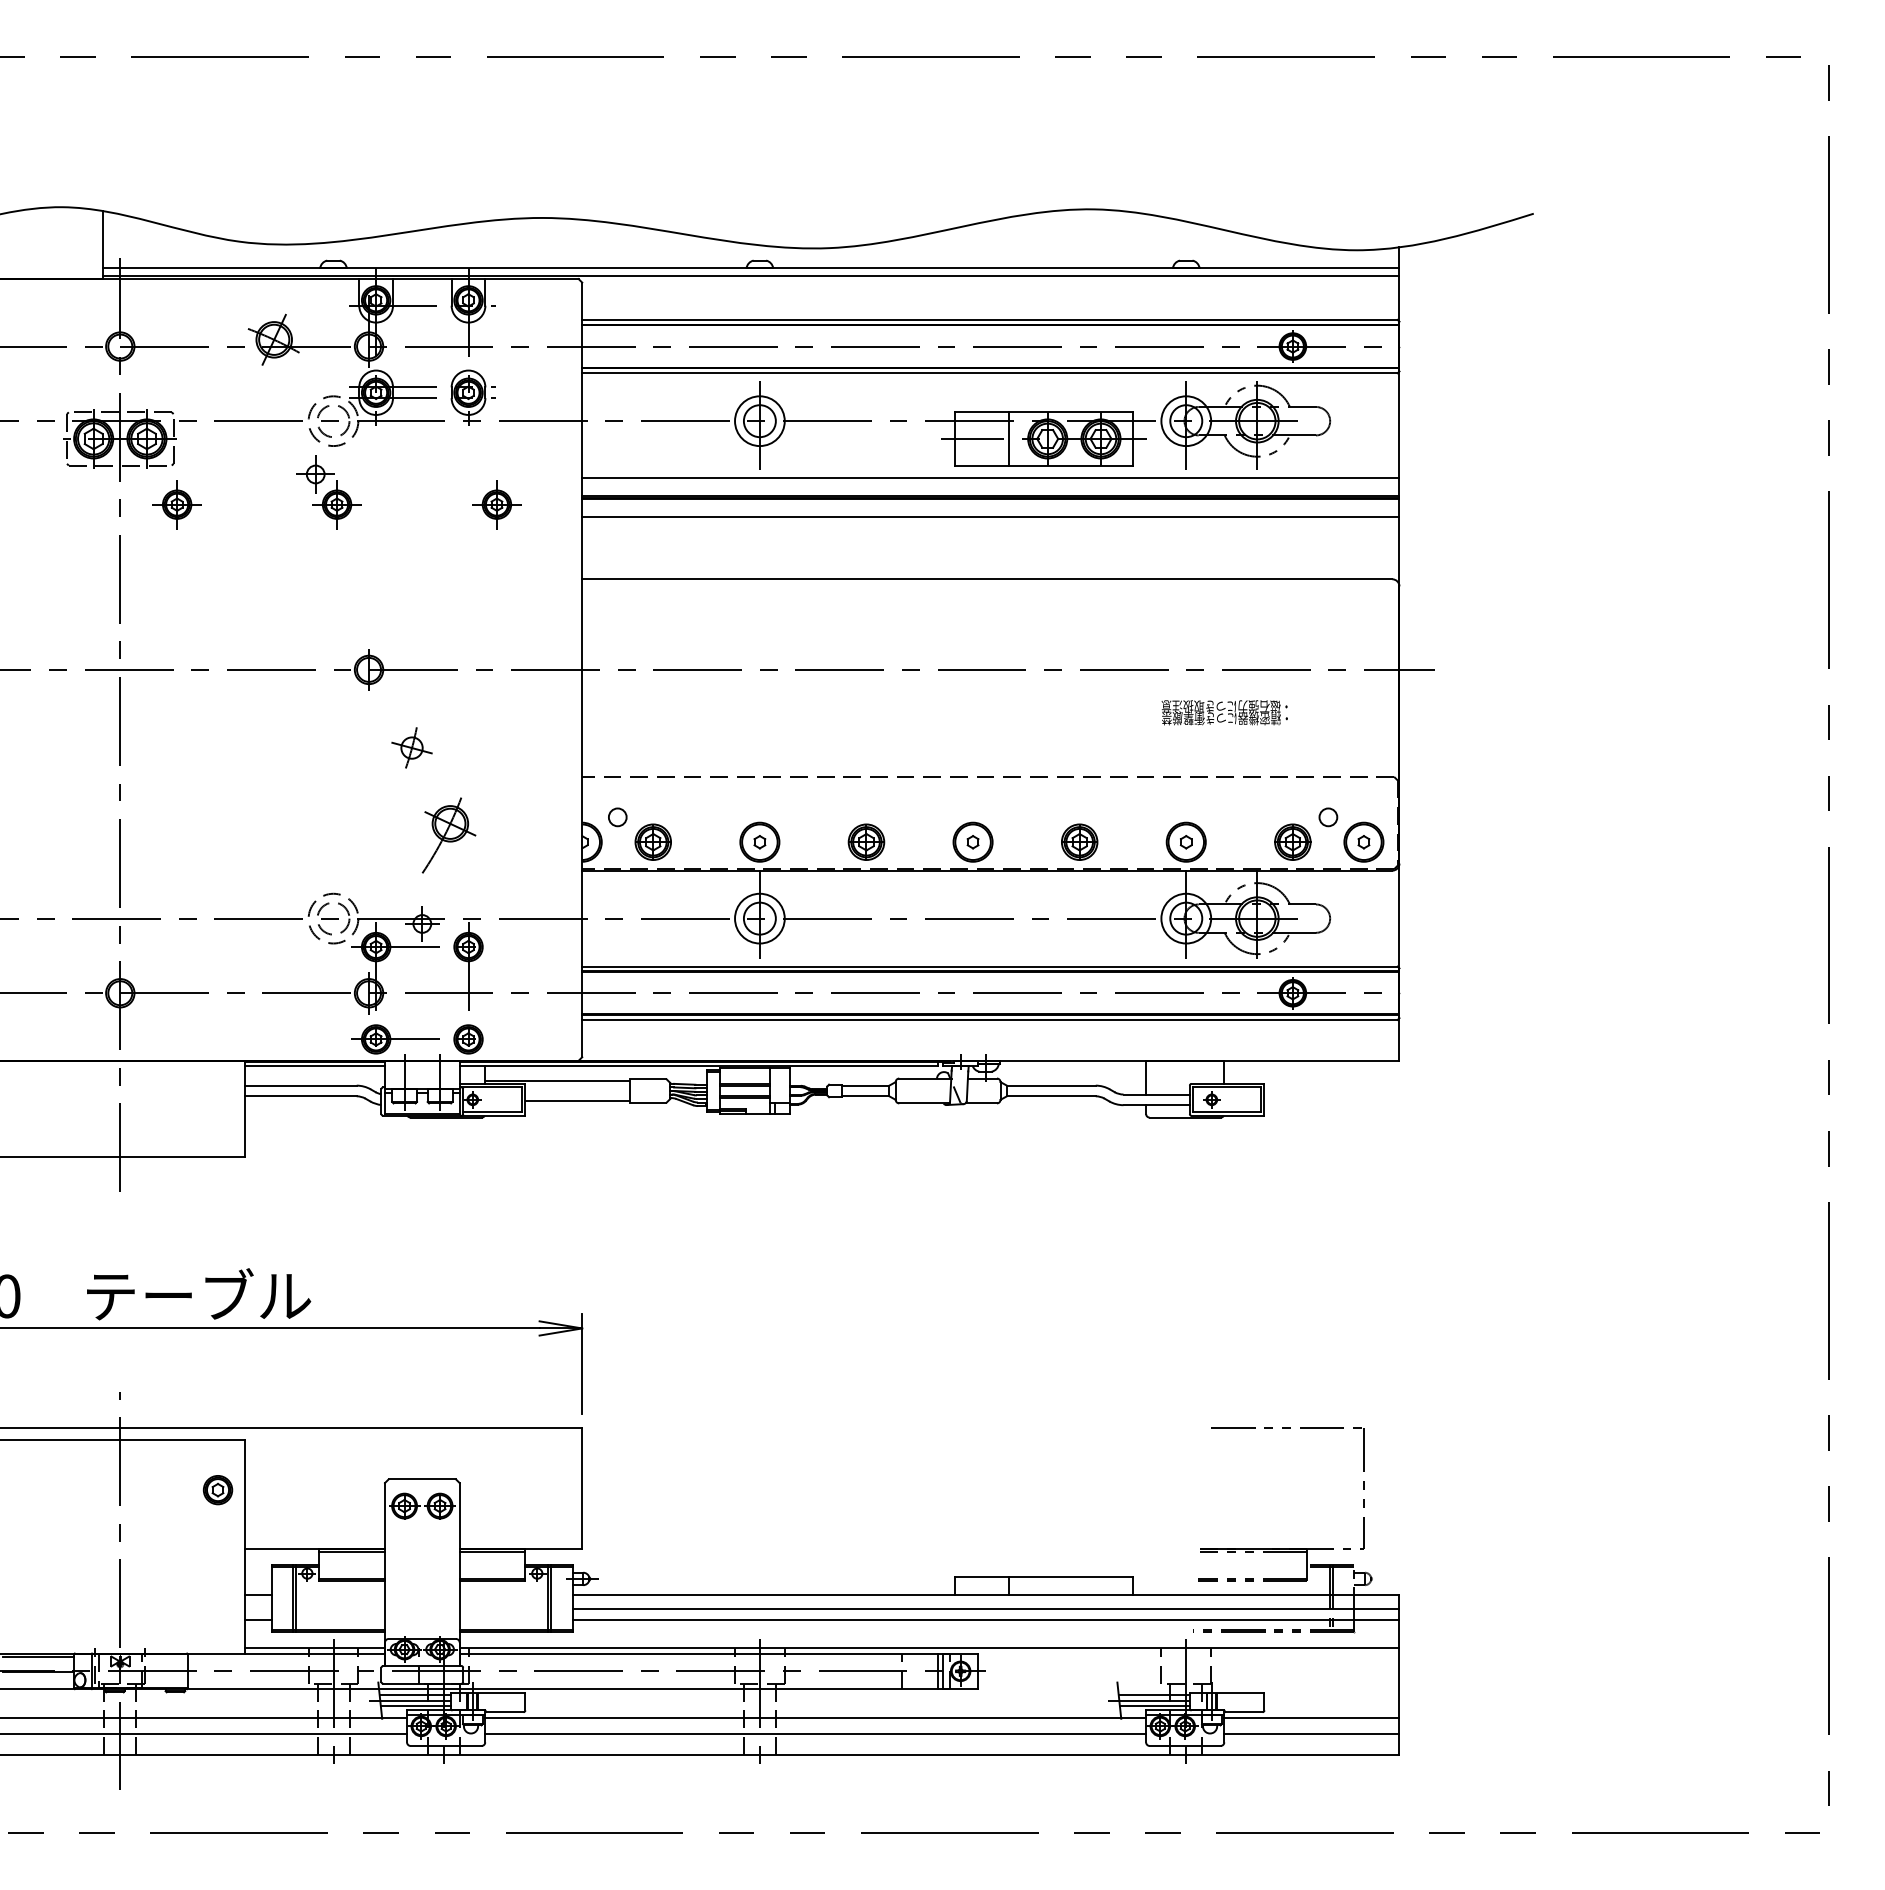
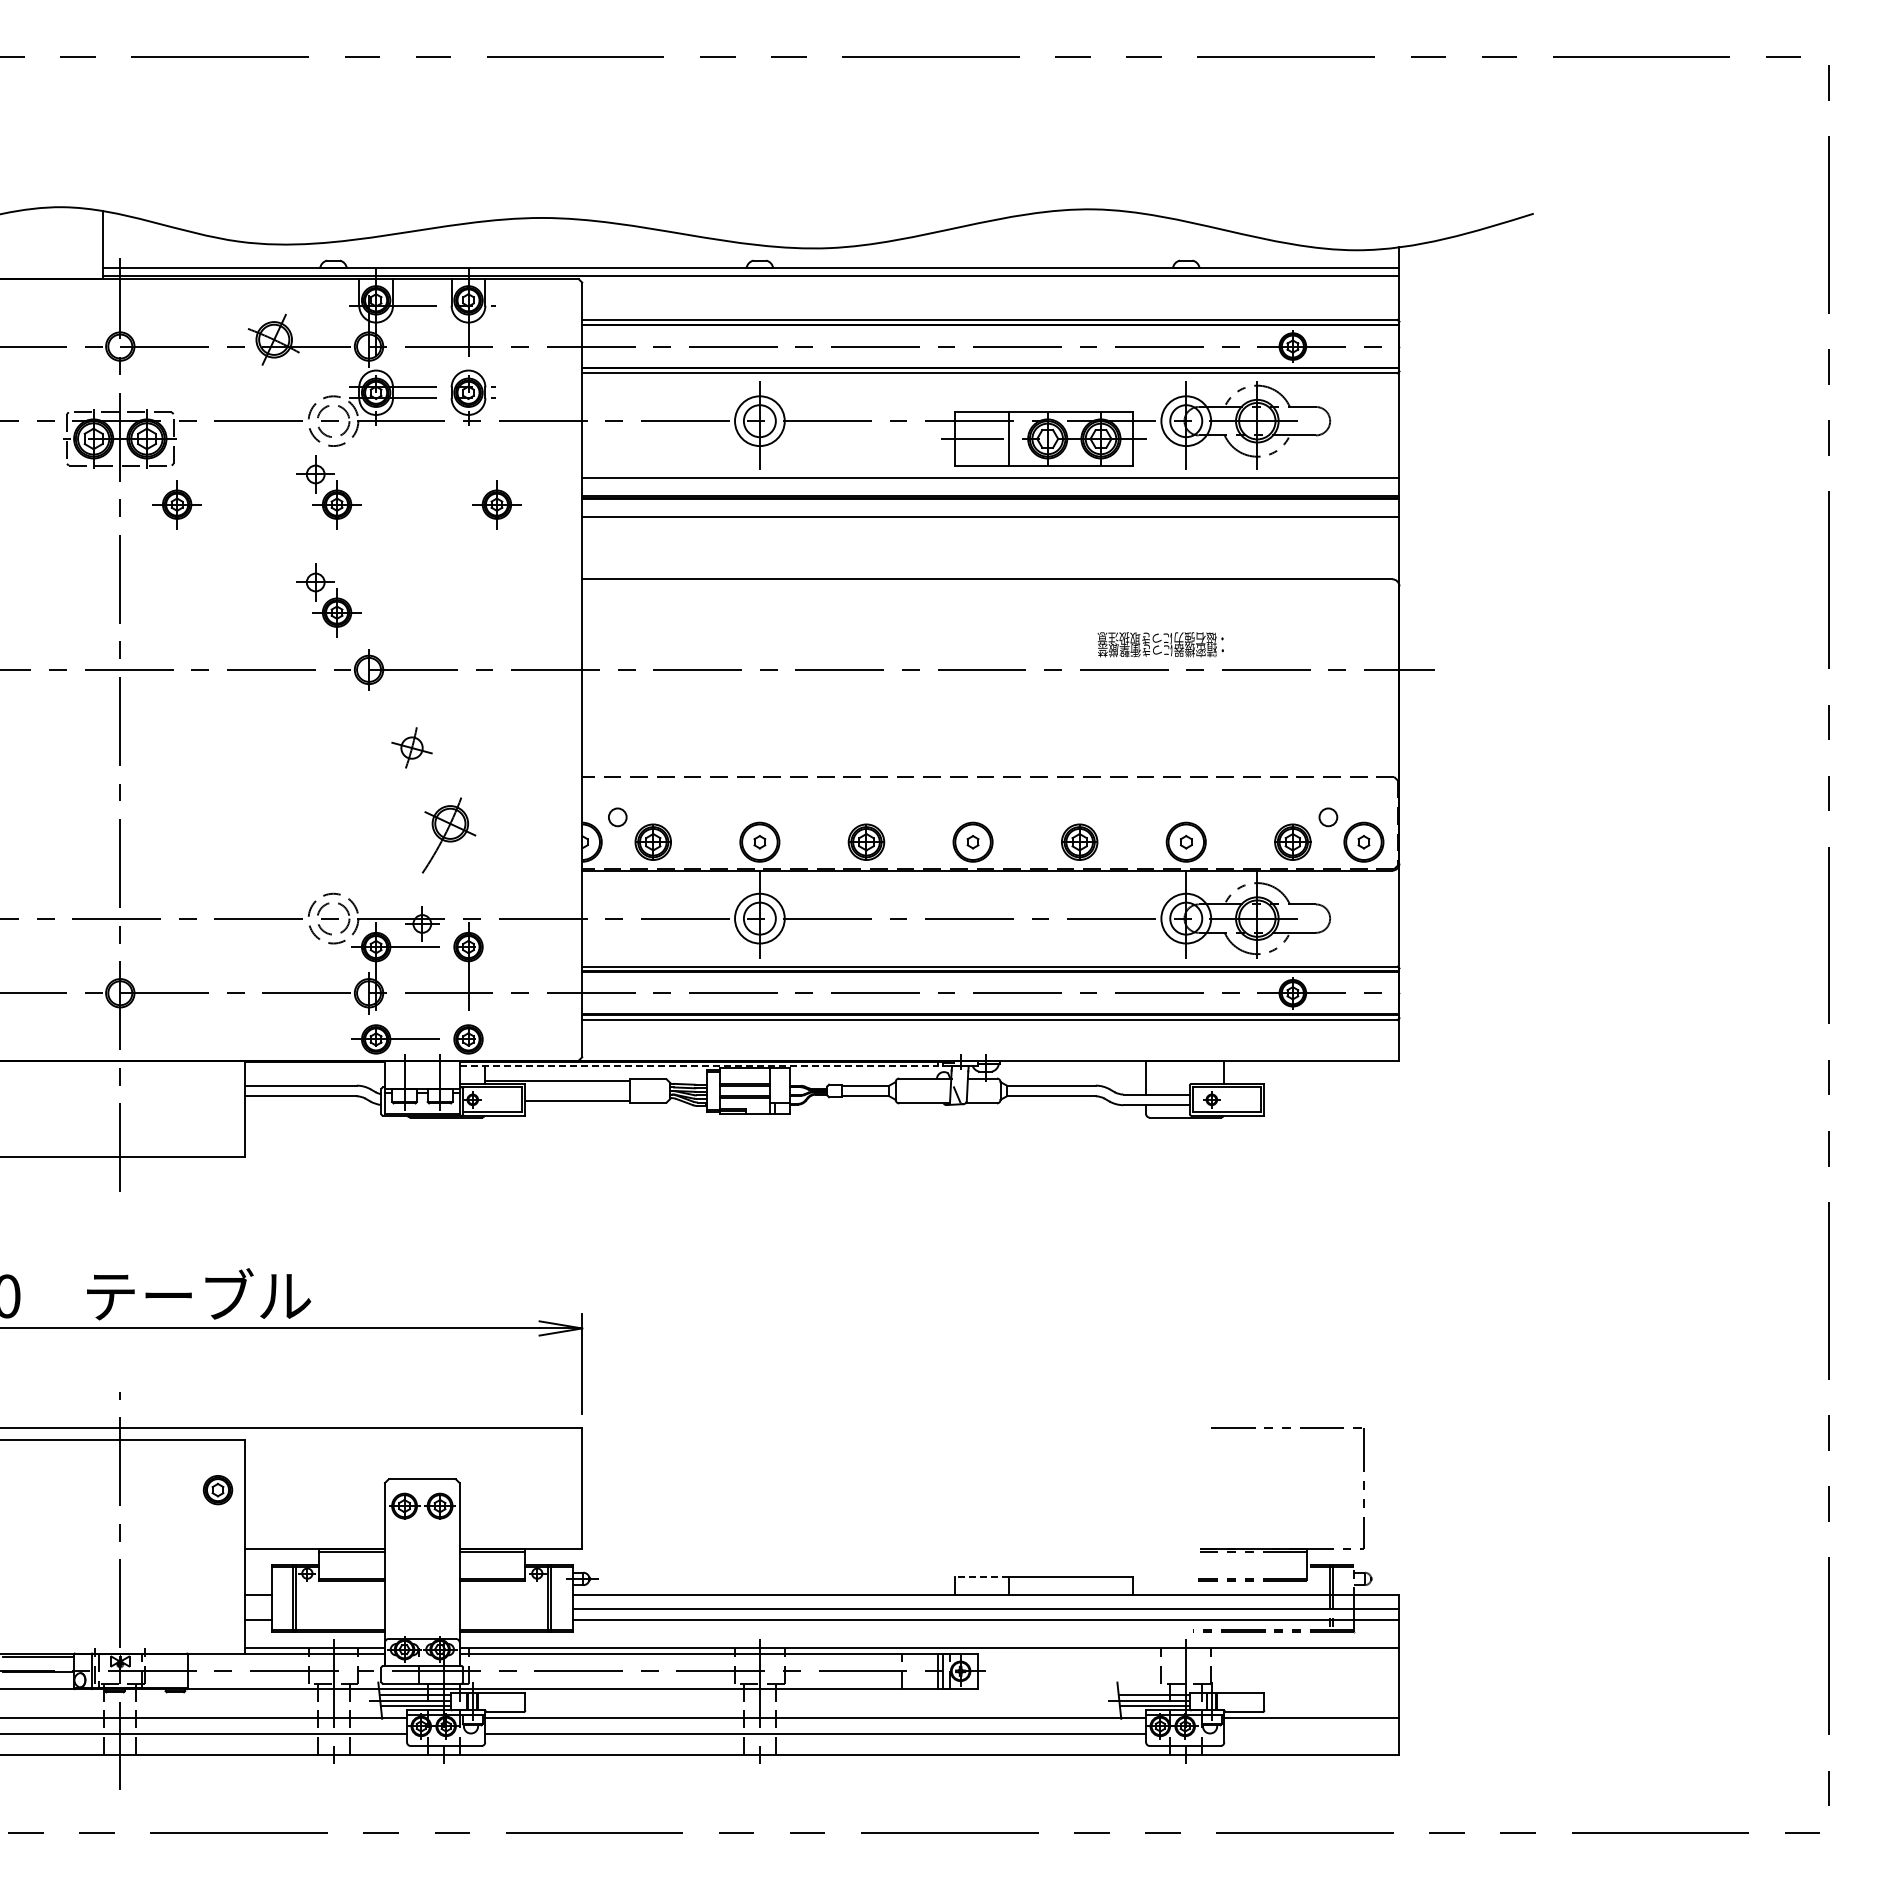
part at (328, 600): none -> present
text at (1224, 712) position: (1224, 712) -> (1160, 644)
line at (314, 1066): present -> none
line at (698, 1066): solid -> dashed
line at (981, 1577): solid -> dashed
line at (1311, 1734): present -> none
